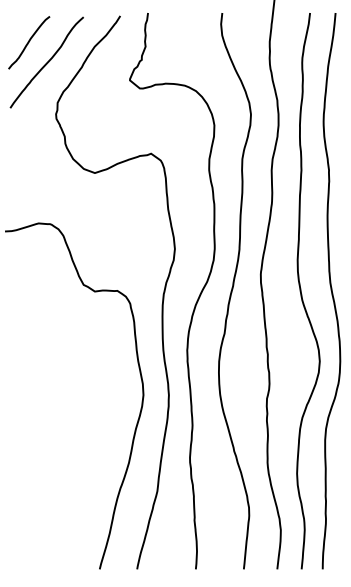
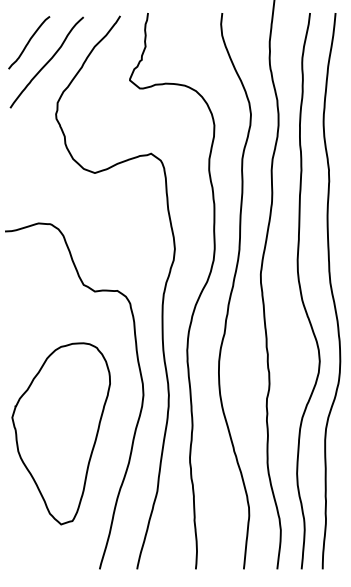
part at (60, 433): none -> present
